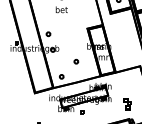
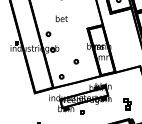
text at (61, 9) position: (61, 9) -> (61, 18)
